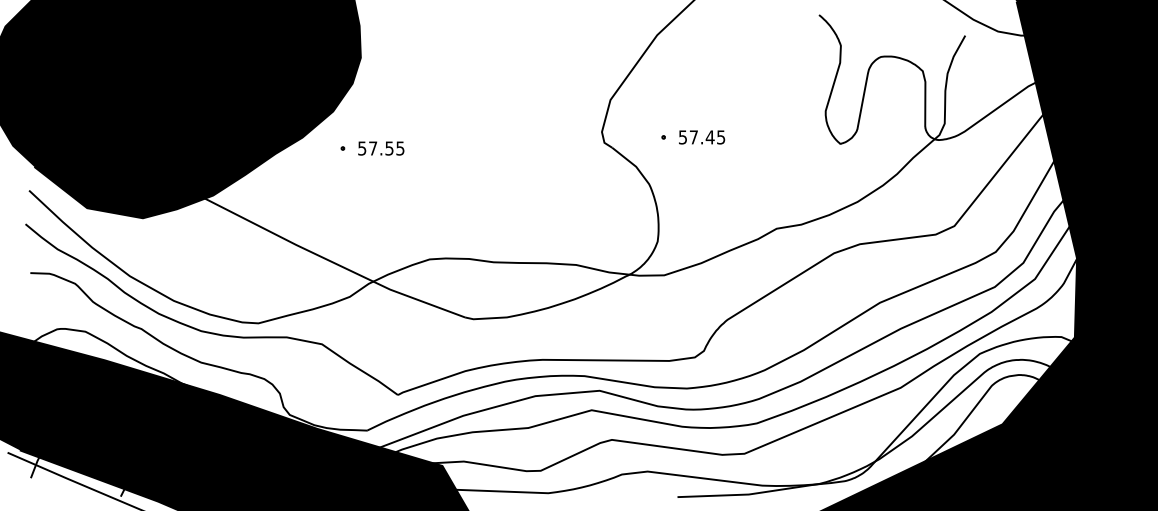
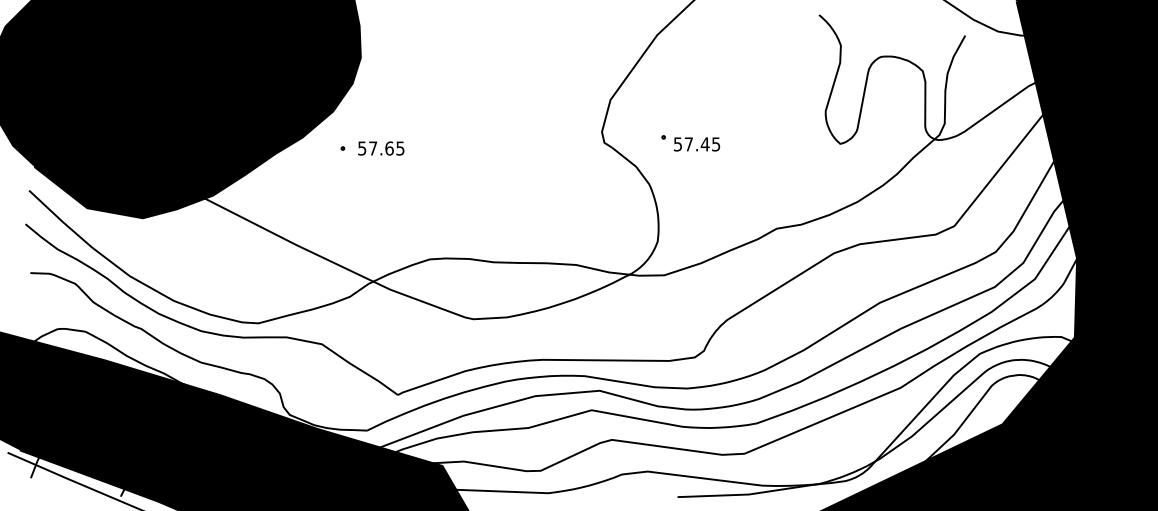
text at (702, 137) position: (702, 137) -> (697, 144)
text at (389, 148): 57.55 -> 57.65
